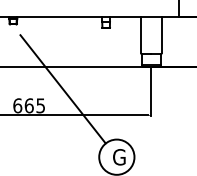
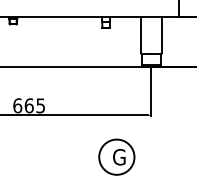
line at (62, 89): present -> none
